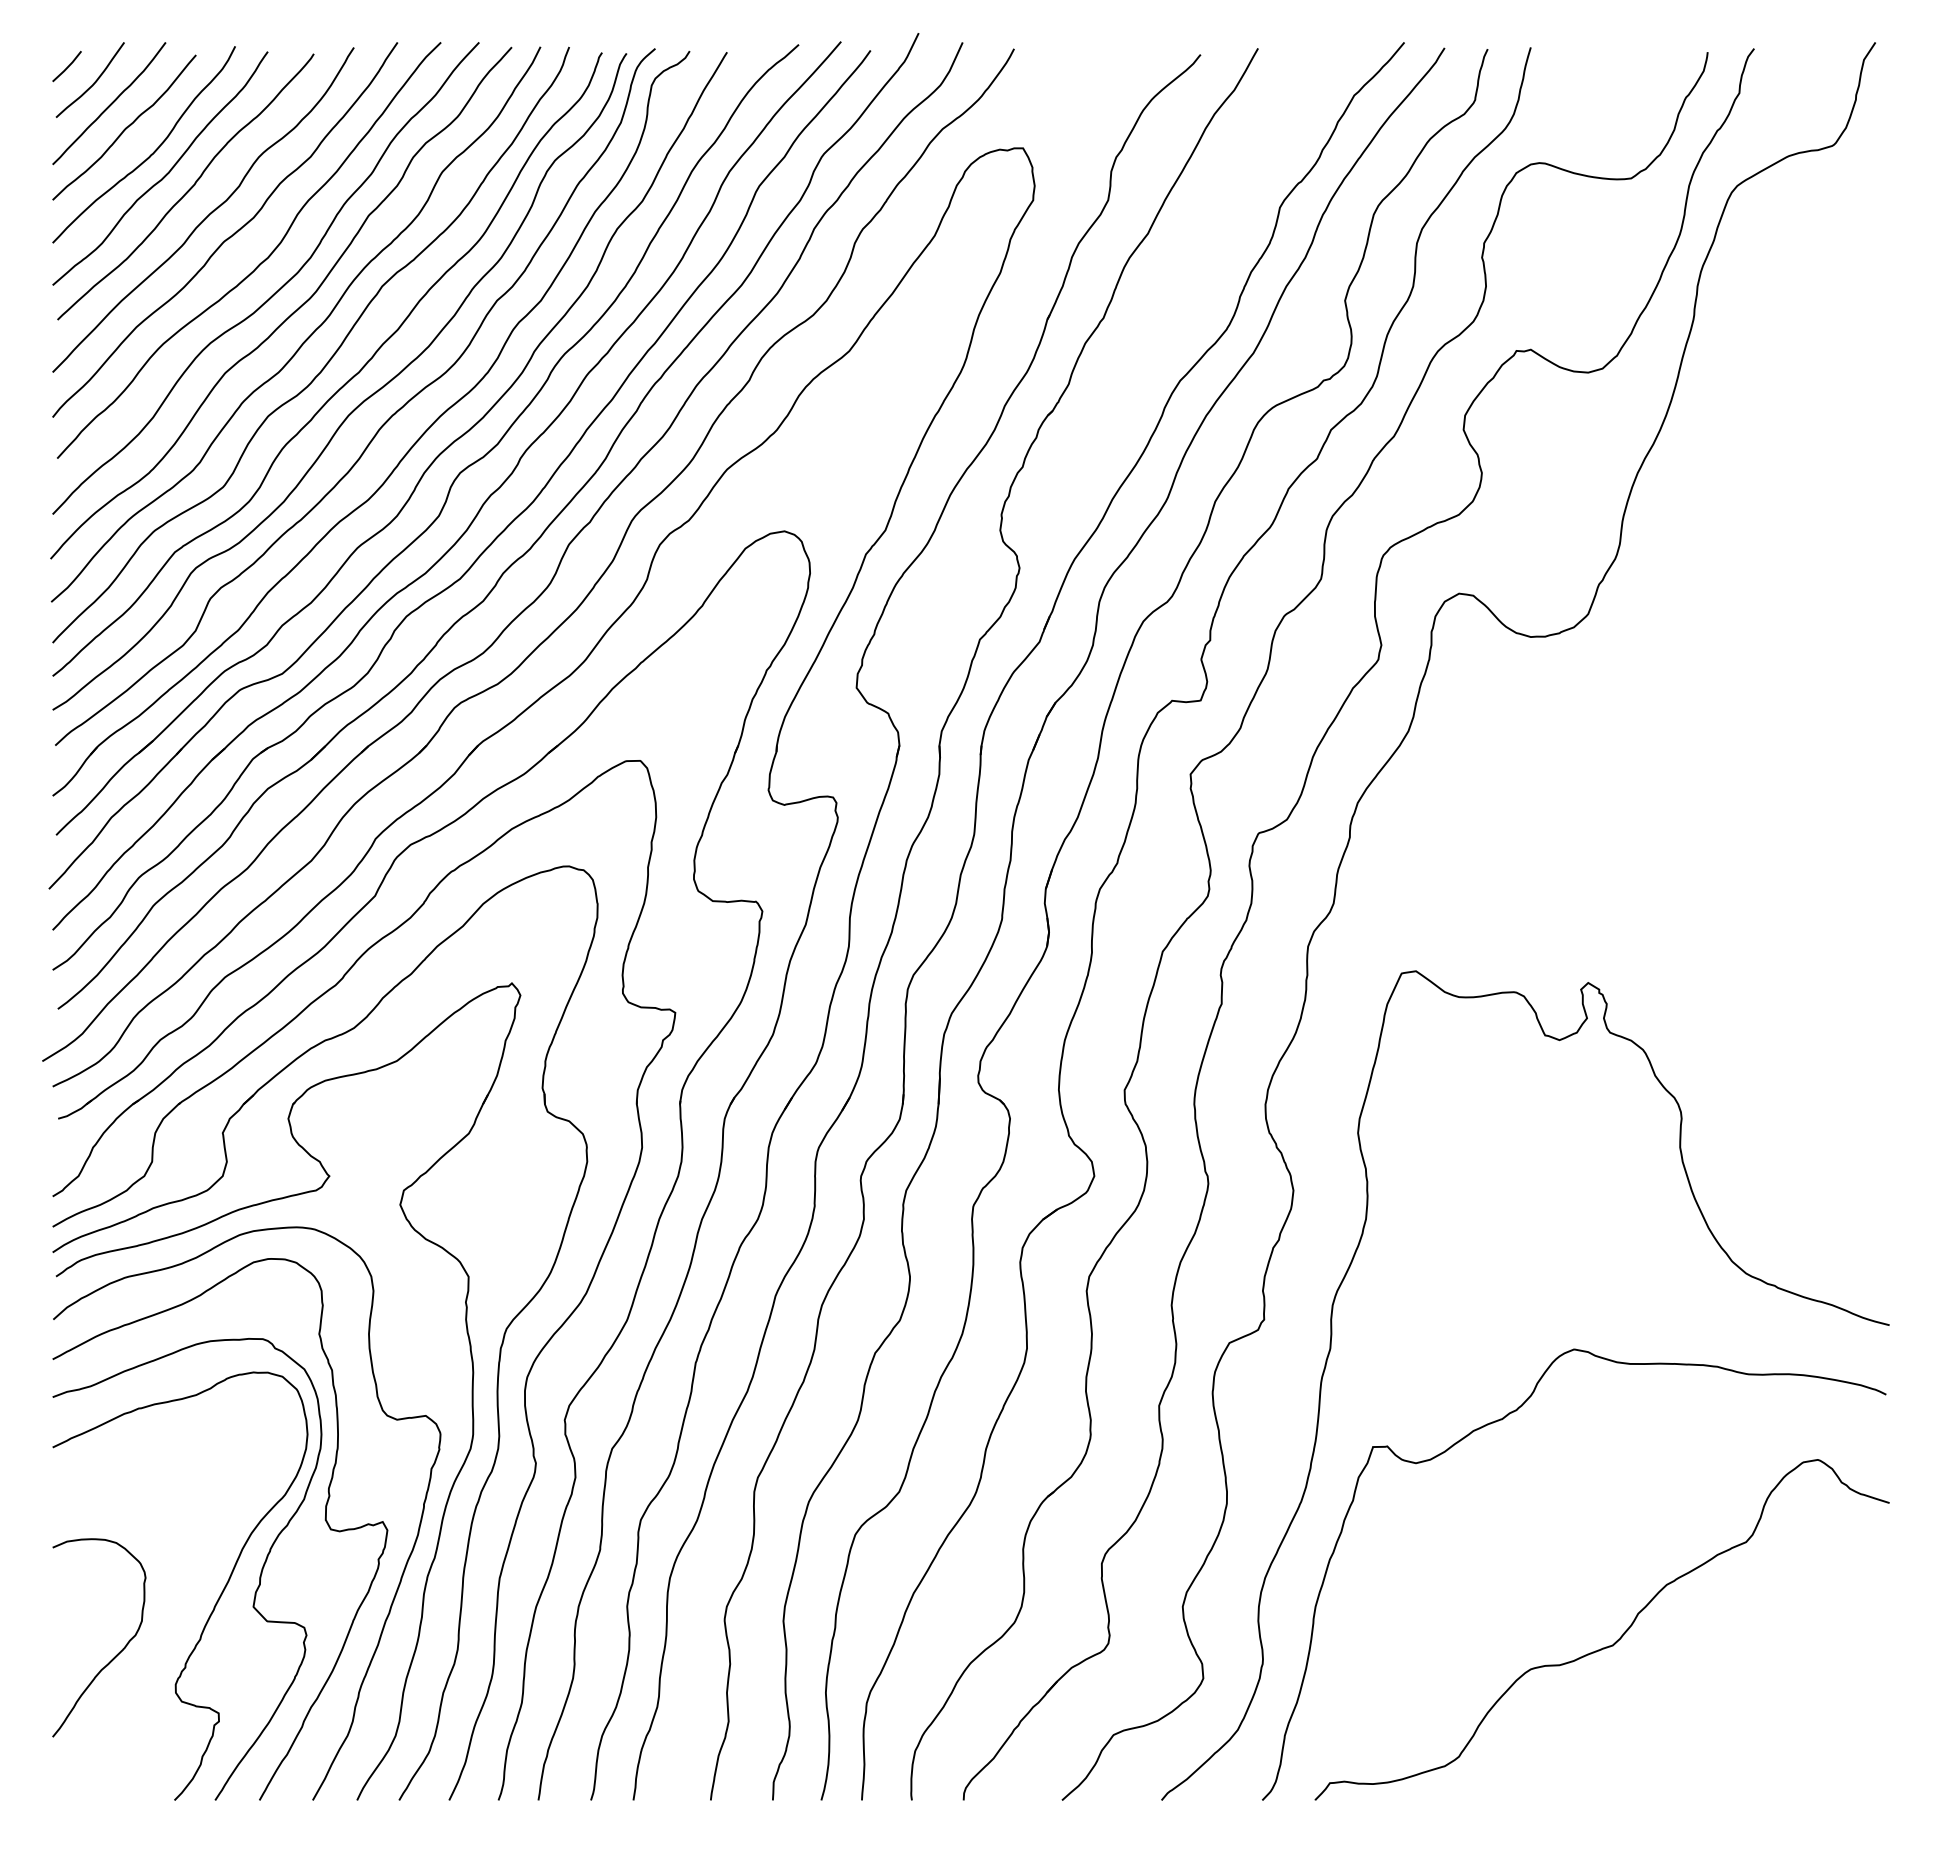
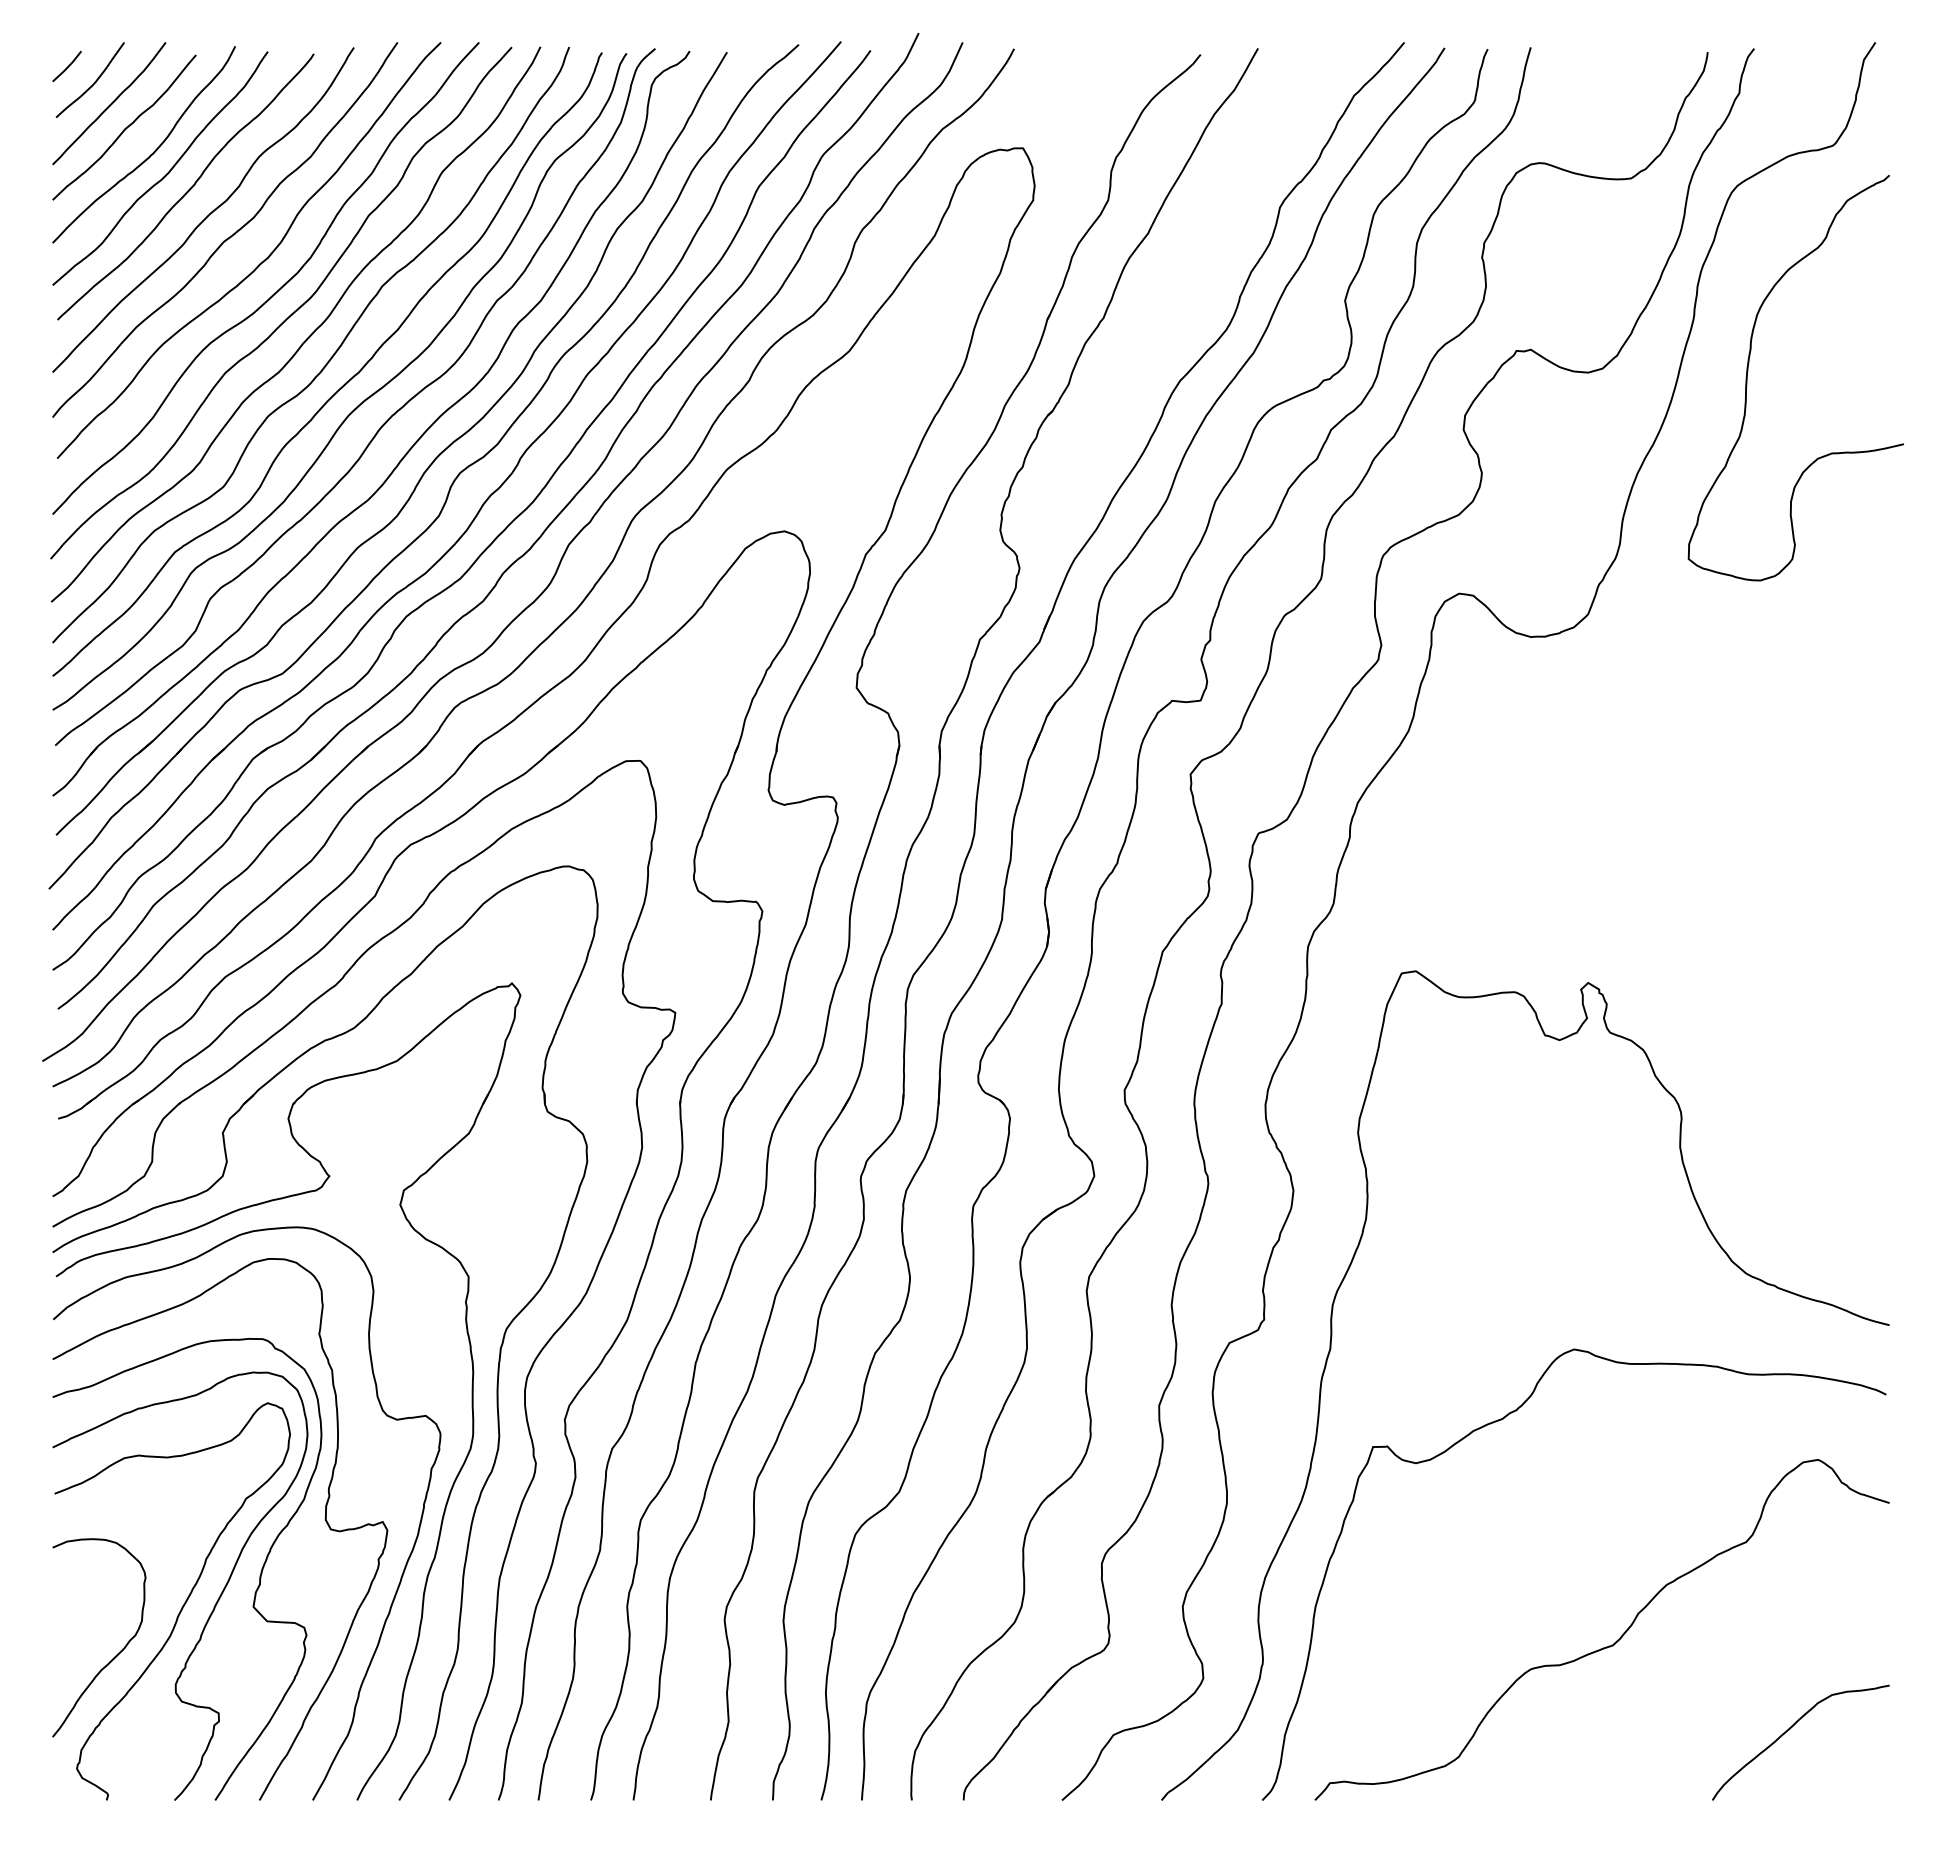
curve at (1748, 371): none -> present
curve at (182, 1605): none -> present
curve at (1789, 1730): none -> present
